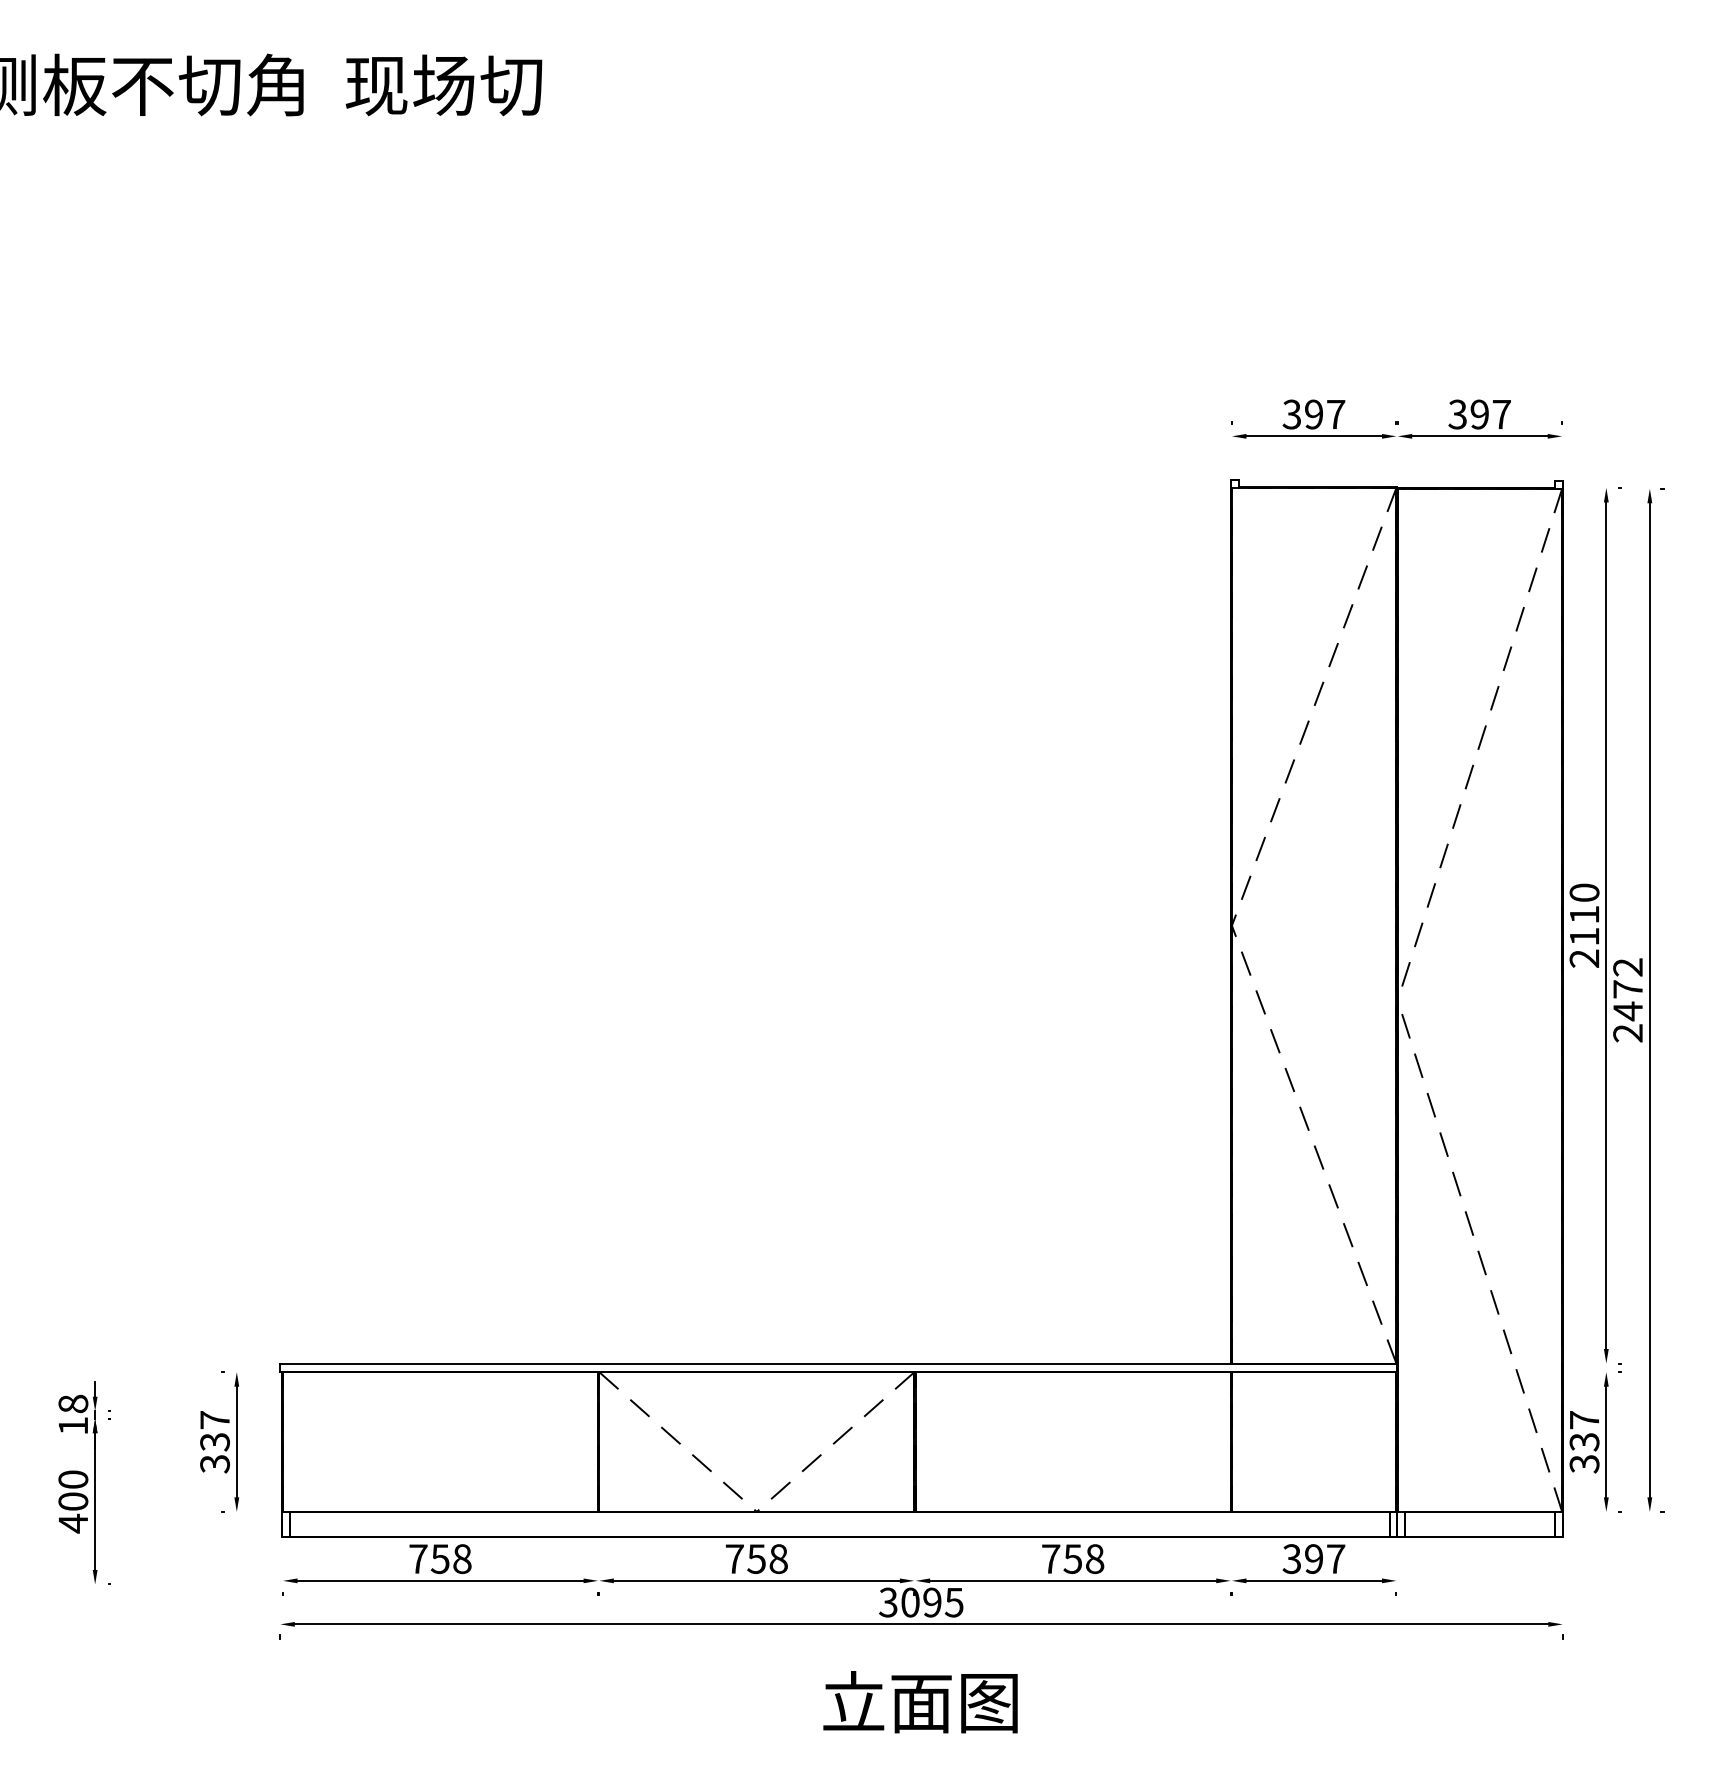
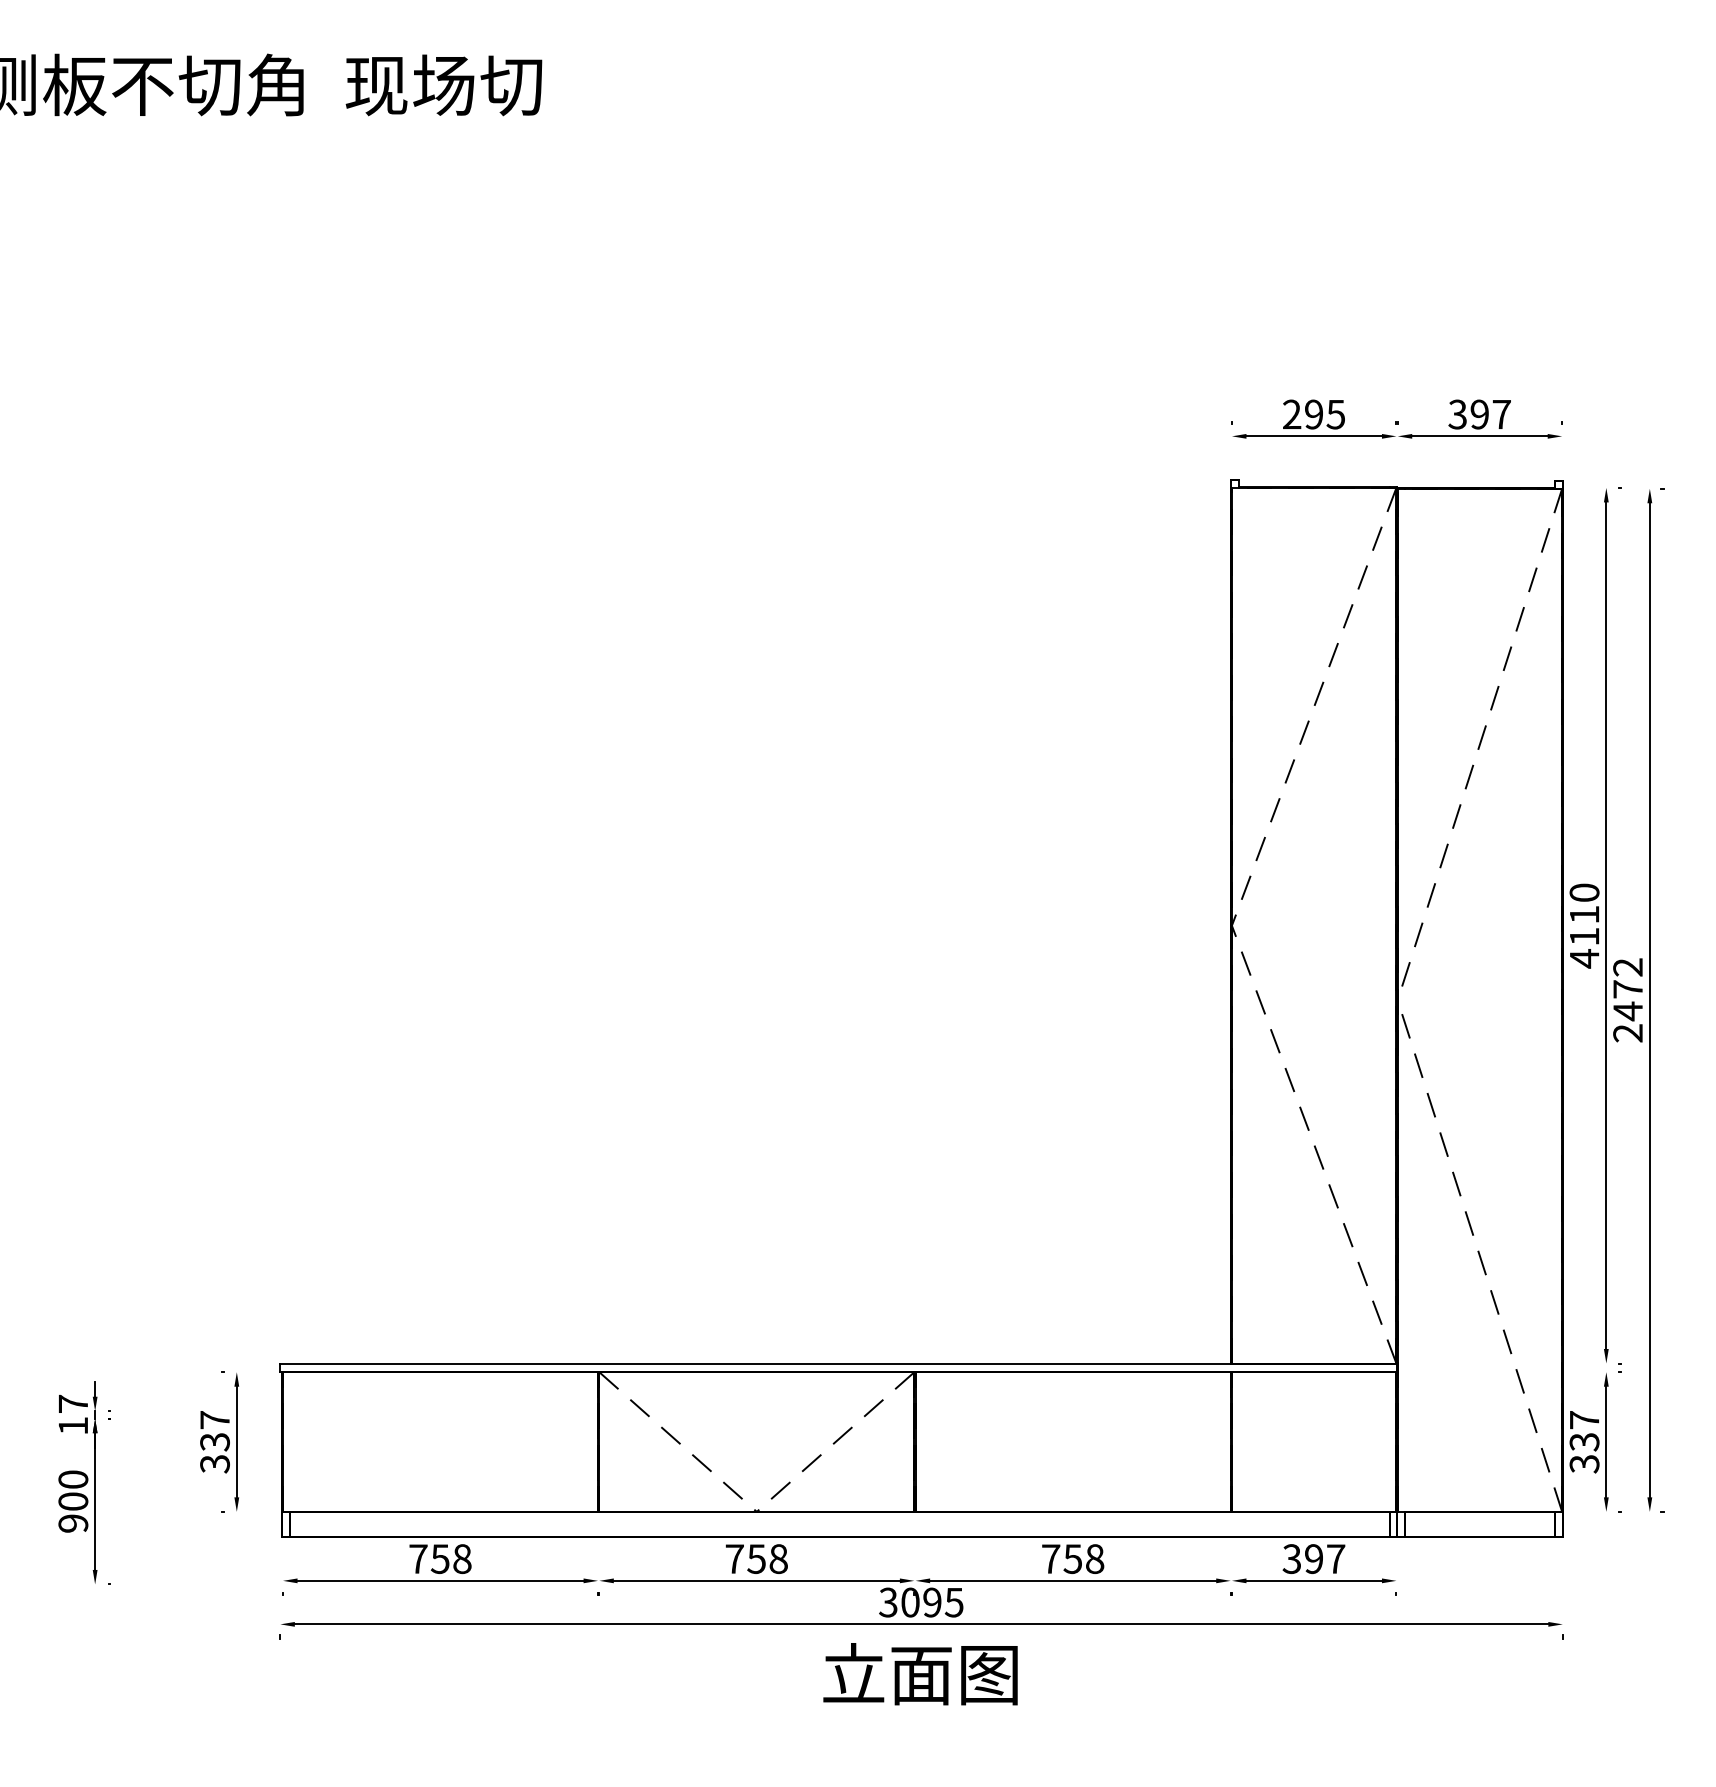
text at (1313, 414): 397 -> 295
text at (1584, 958): 2110 -> 4110
text at (73, 1403): 18 -> 17
text at (73, 1523): 400 -> 900
text at (920, 1702) position: (920, 1702) -> (920, 1674)
